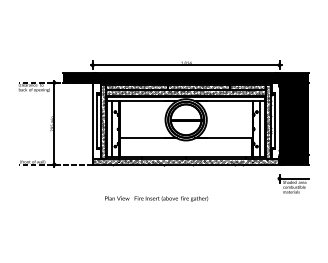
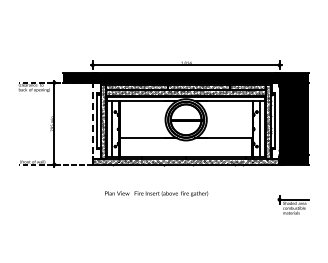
line at (92, 123): solid -> dashed
part at (293, 183) position: (293, 183) -> (293, 204)
text at (156, 198) position: (156, 198) -> (156, 193)
